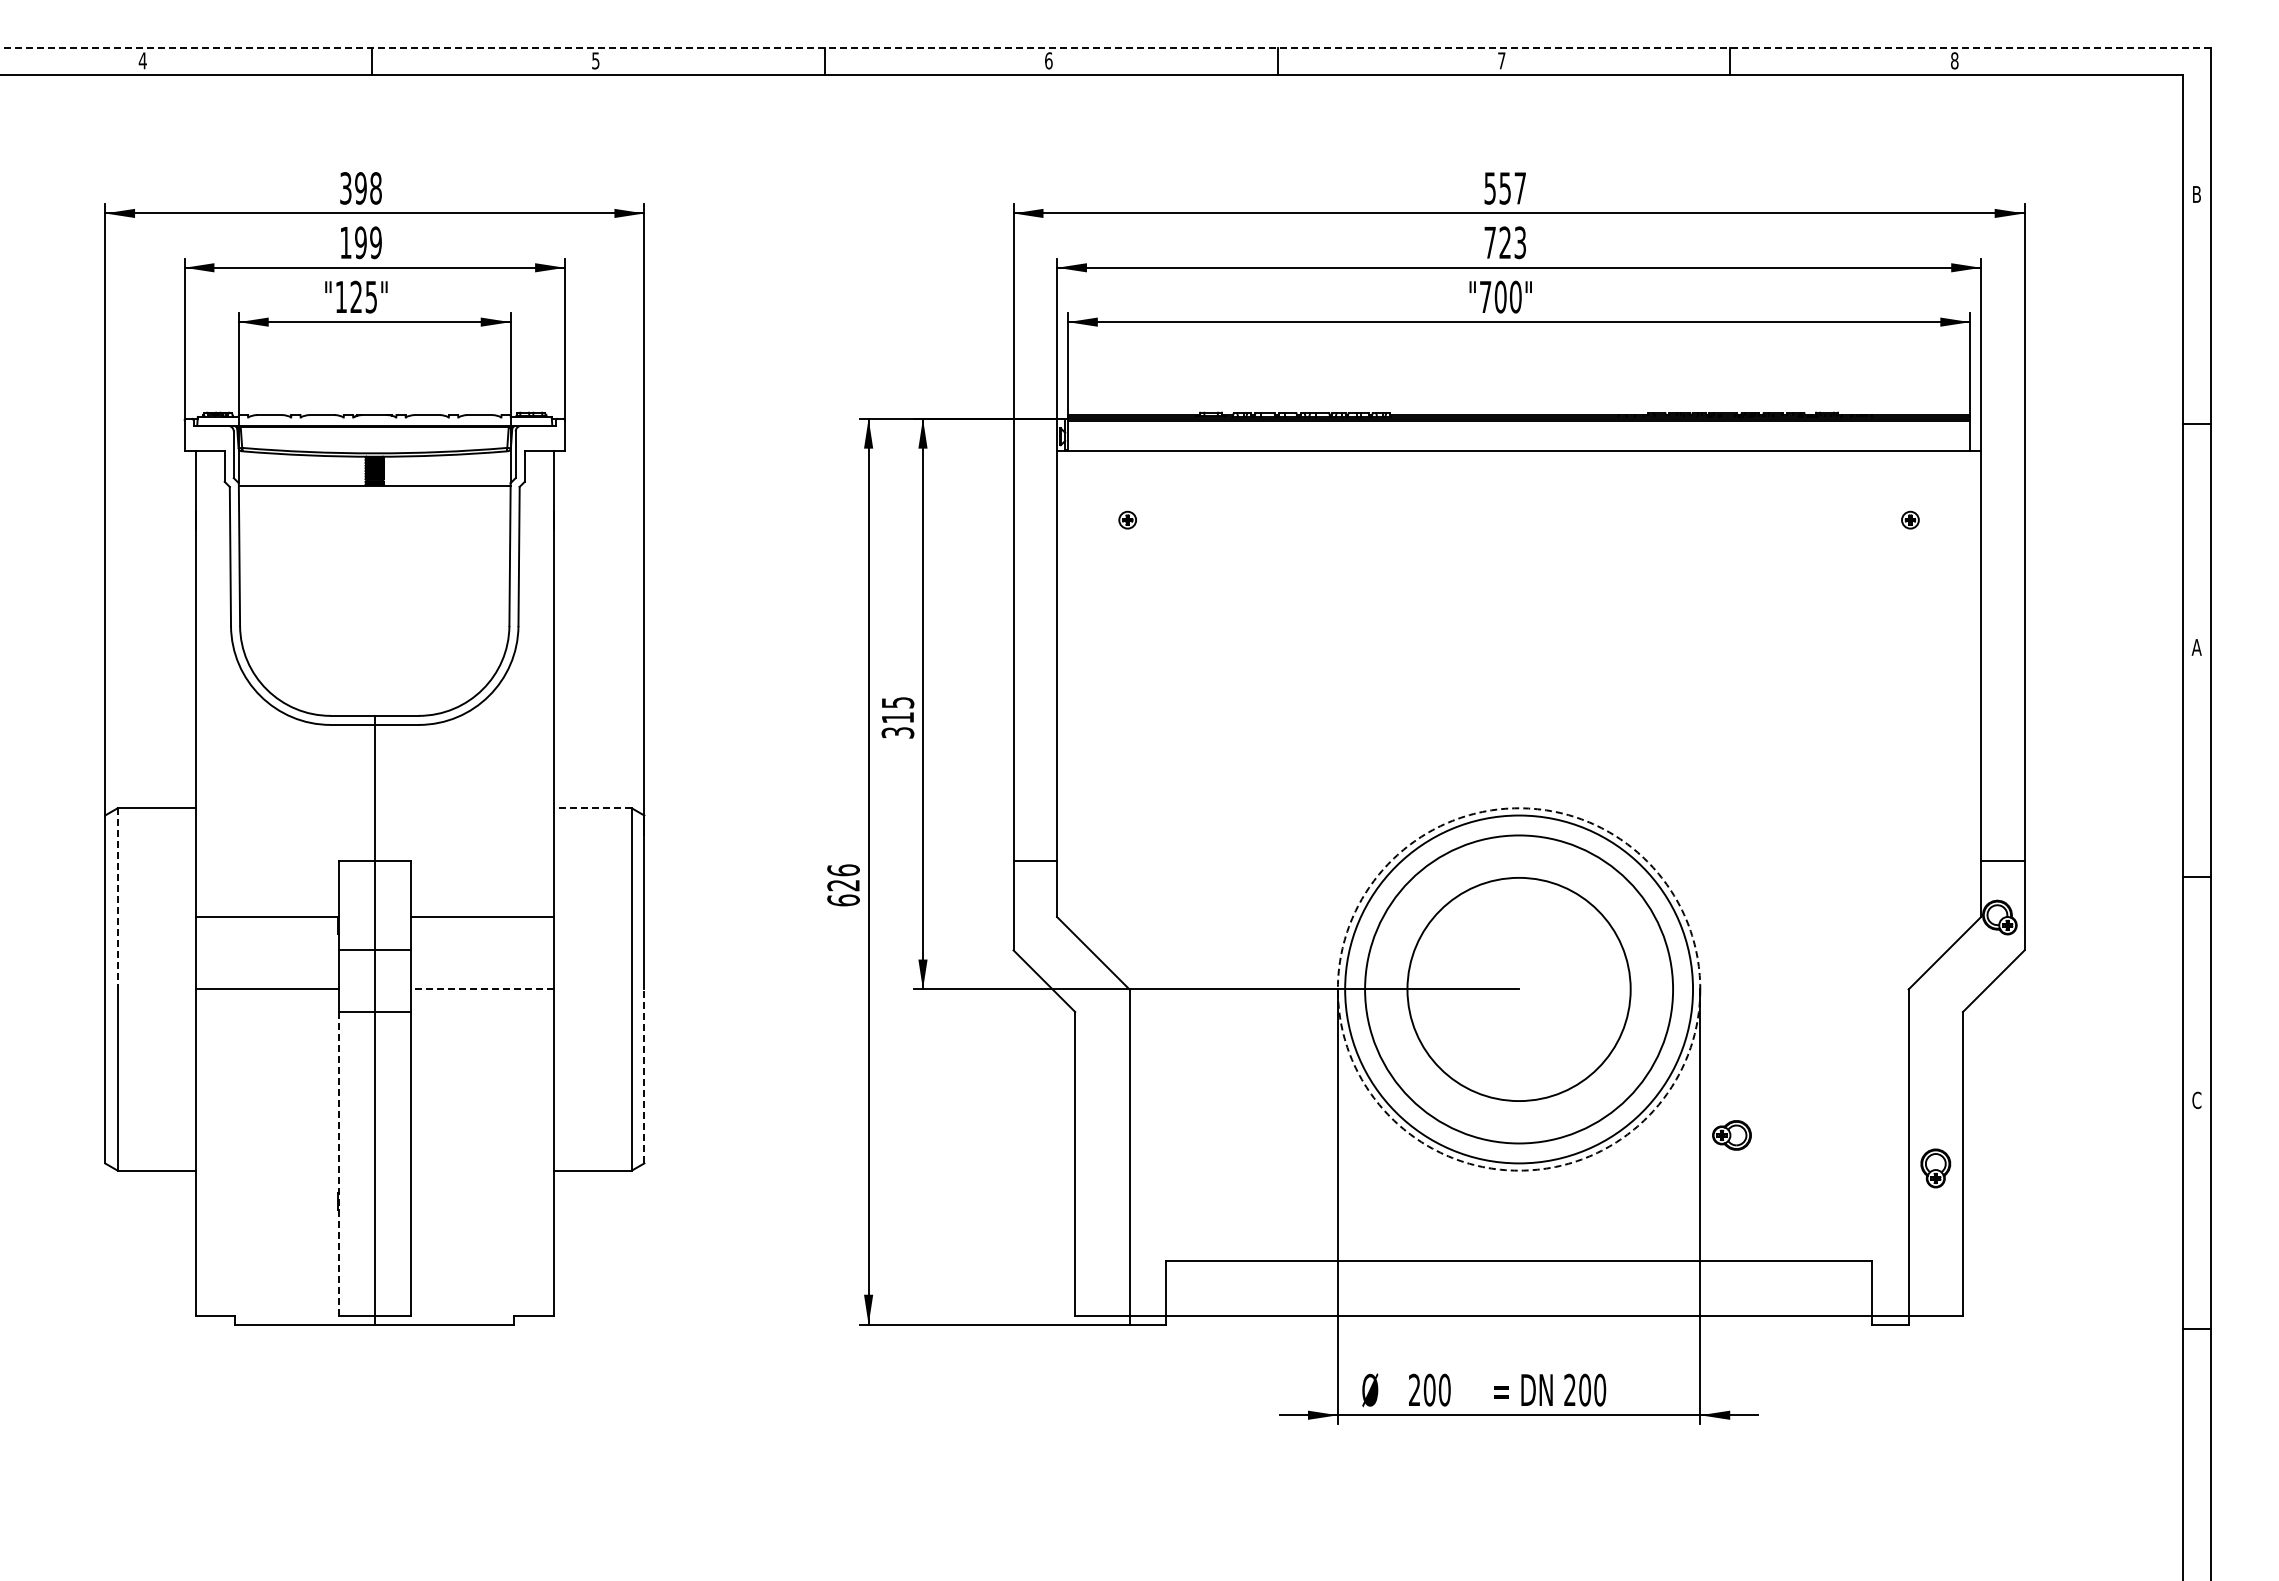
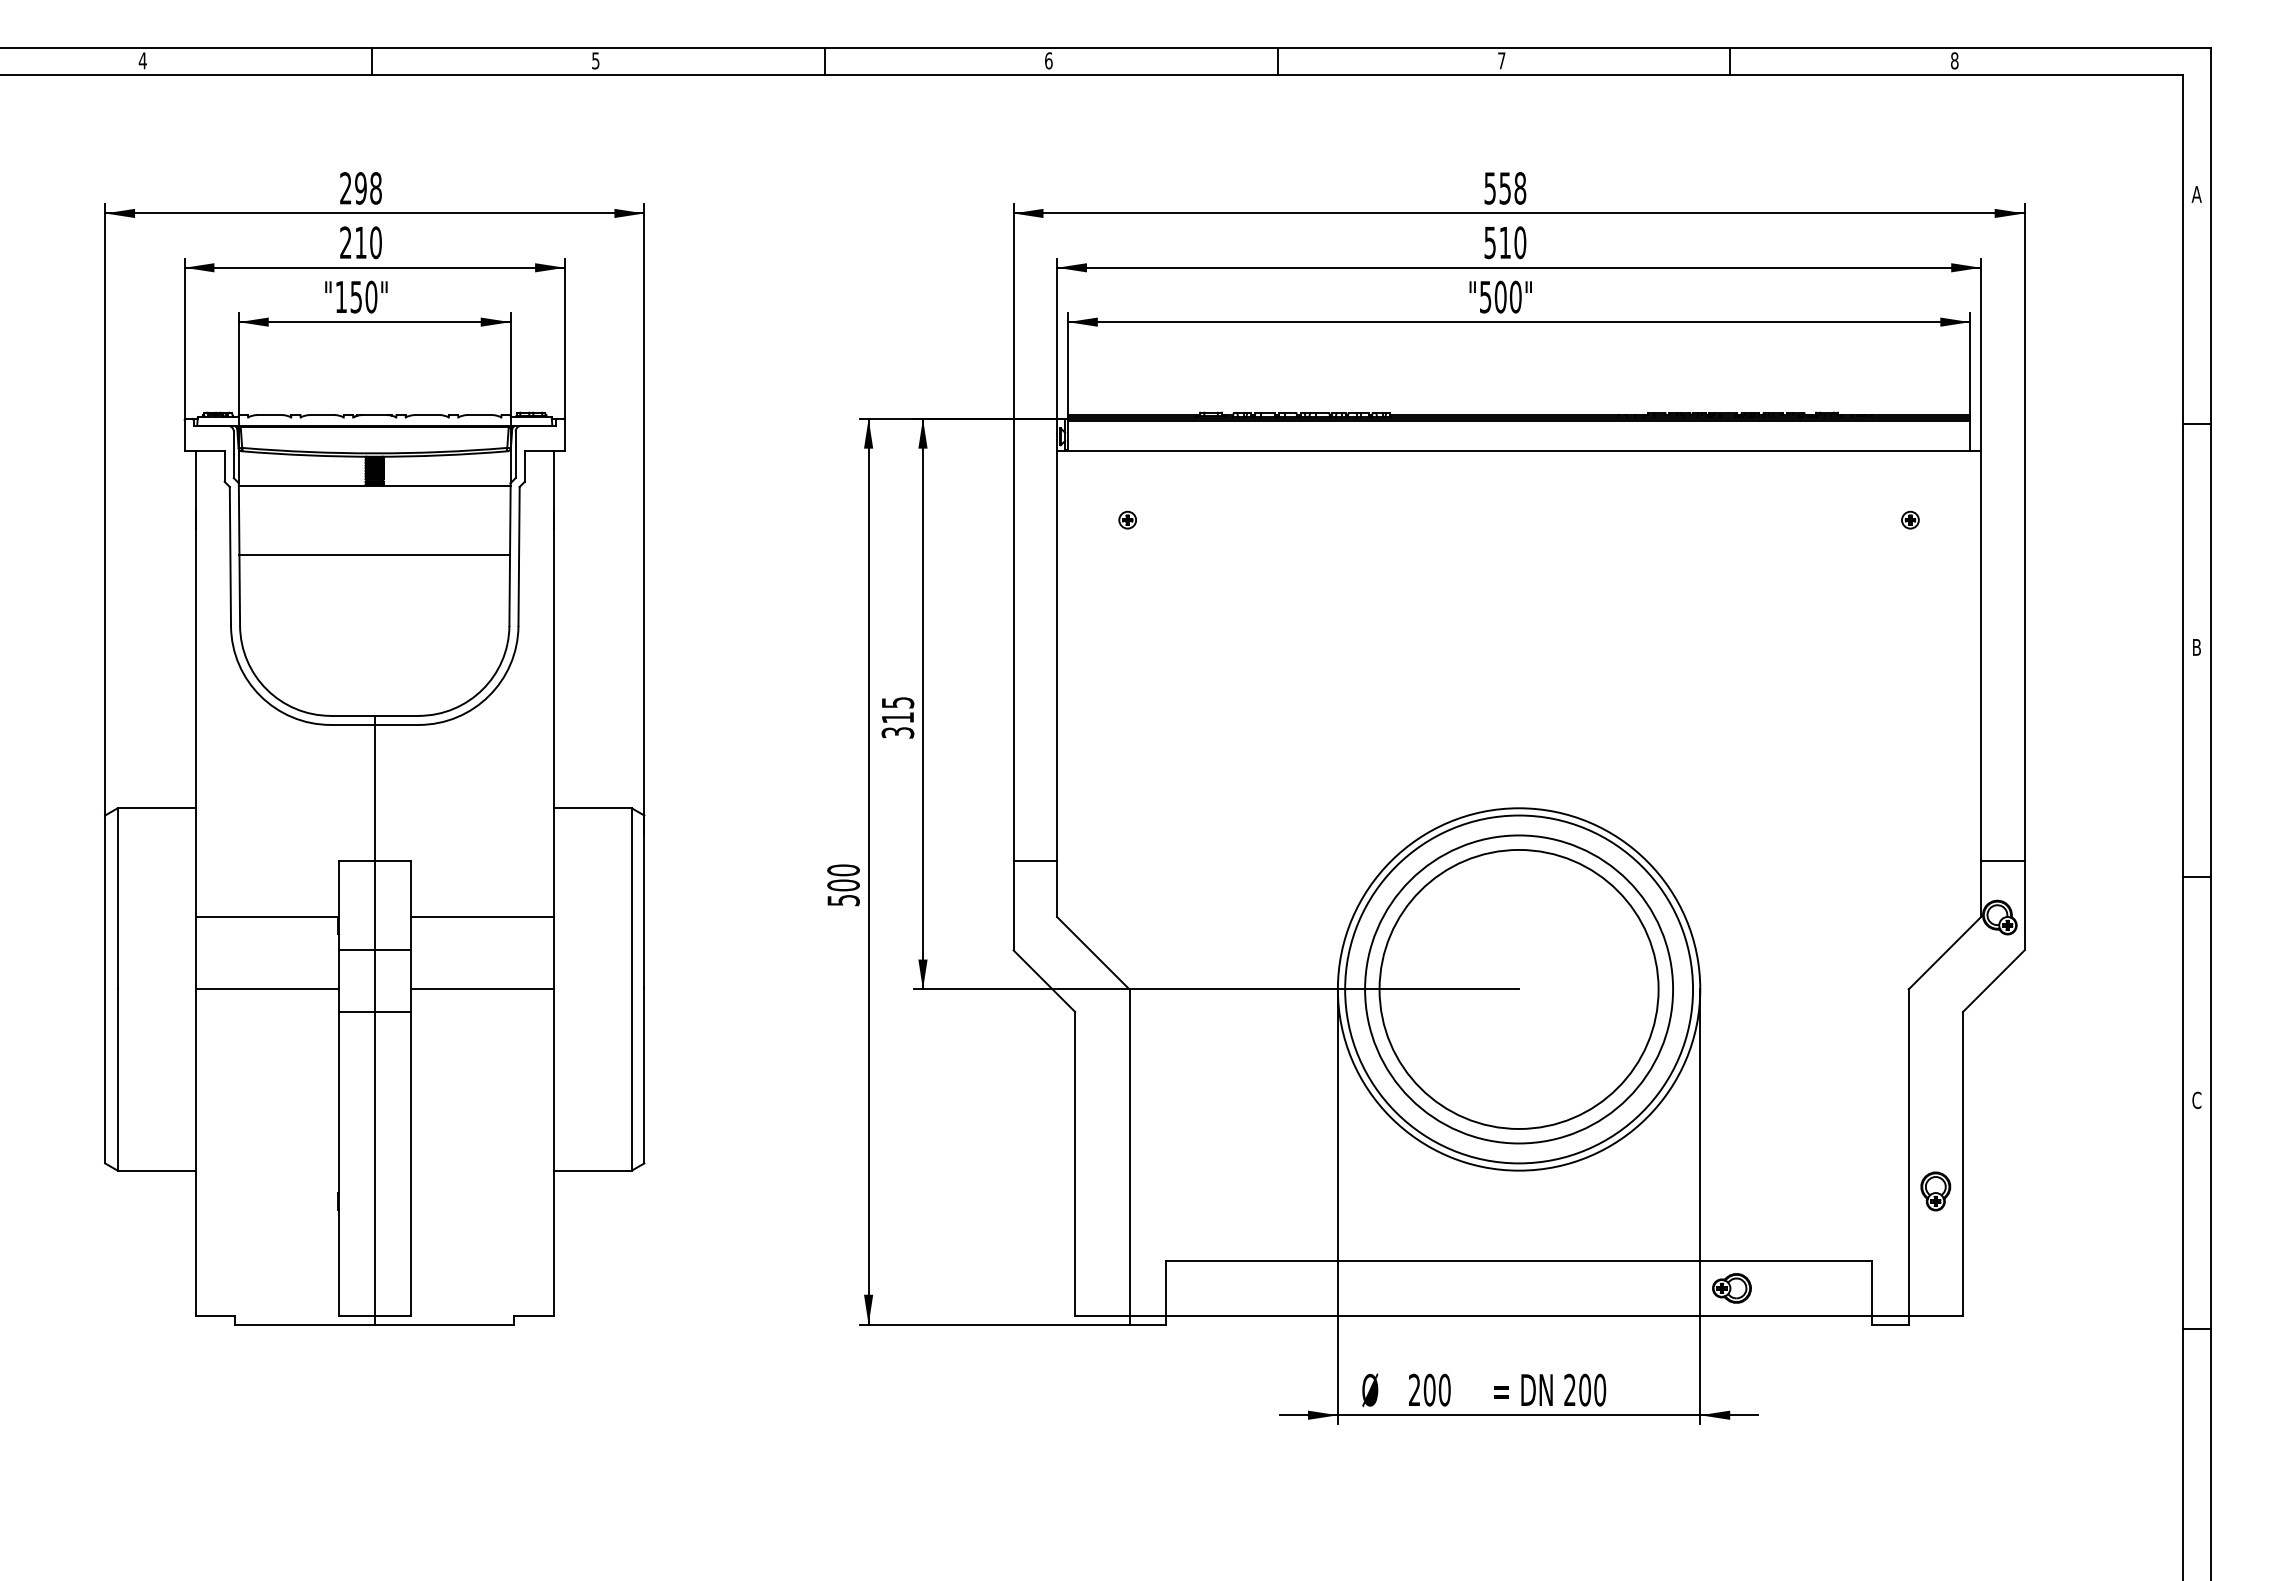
line at (1104, 47): dashed -> solid
text at (345, 188): 398 -> 298
text at (1520, 188): 557 -> 558
text at (2196, 194): B -> A
text at (360, 242): 199 -> 210
text at (1505, 242): 723 -> 510
text at (363, 296): "125" -> "150"
text at (1485, 297): "700" -> "500"
line at (374, 554): none -> present
text at (2196, 647): A -> B
line at (592, 808): dashed -> solid
text at (843, 885): 626 -> 500
line at (117, 898): dashed -> solid
line at (481, 989): dashed -> solid
circle at (1518, 989) diameter: 223 px -> 279 px
circle at (1518, 989): dashed -> solid
line at (644, 1076): dashed -> solid
part at (1731, 1135) position: (1731, 1135) -> (1731, 1288)
line at (338, 1163): dashed -> solid
part at (1935, 1168) position: (1935, 1168) -> (1935, 1191)
